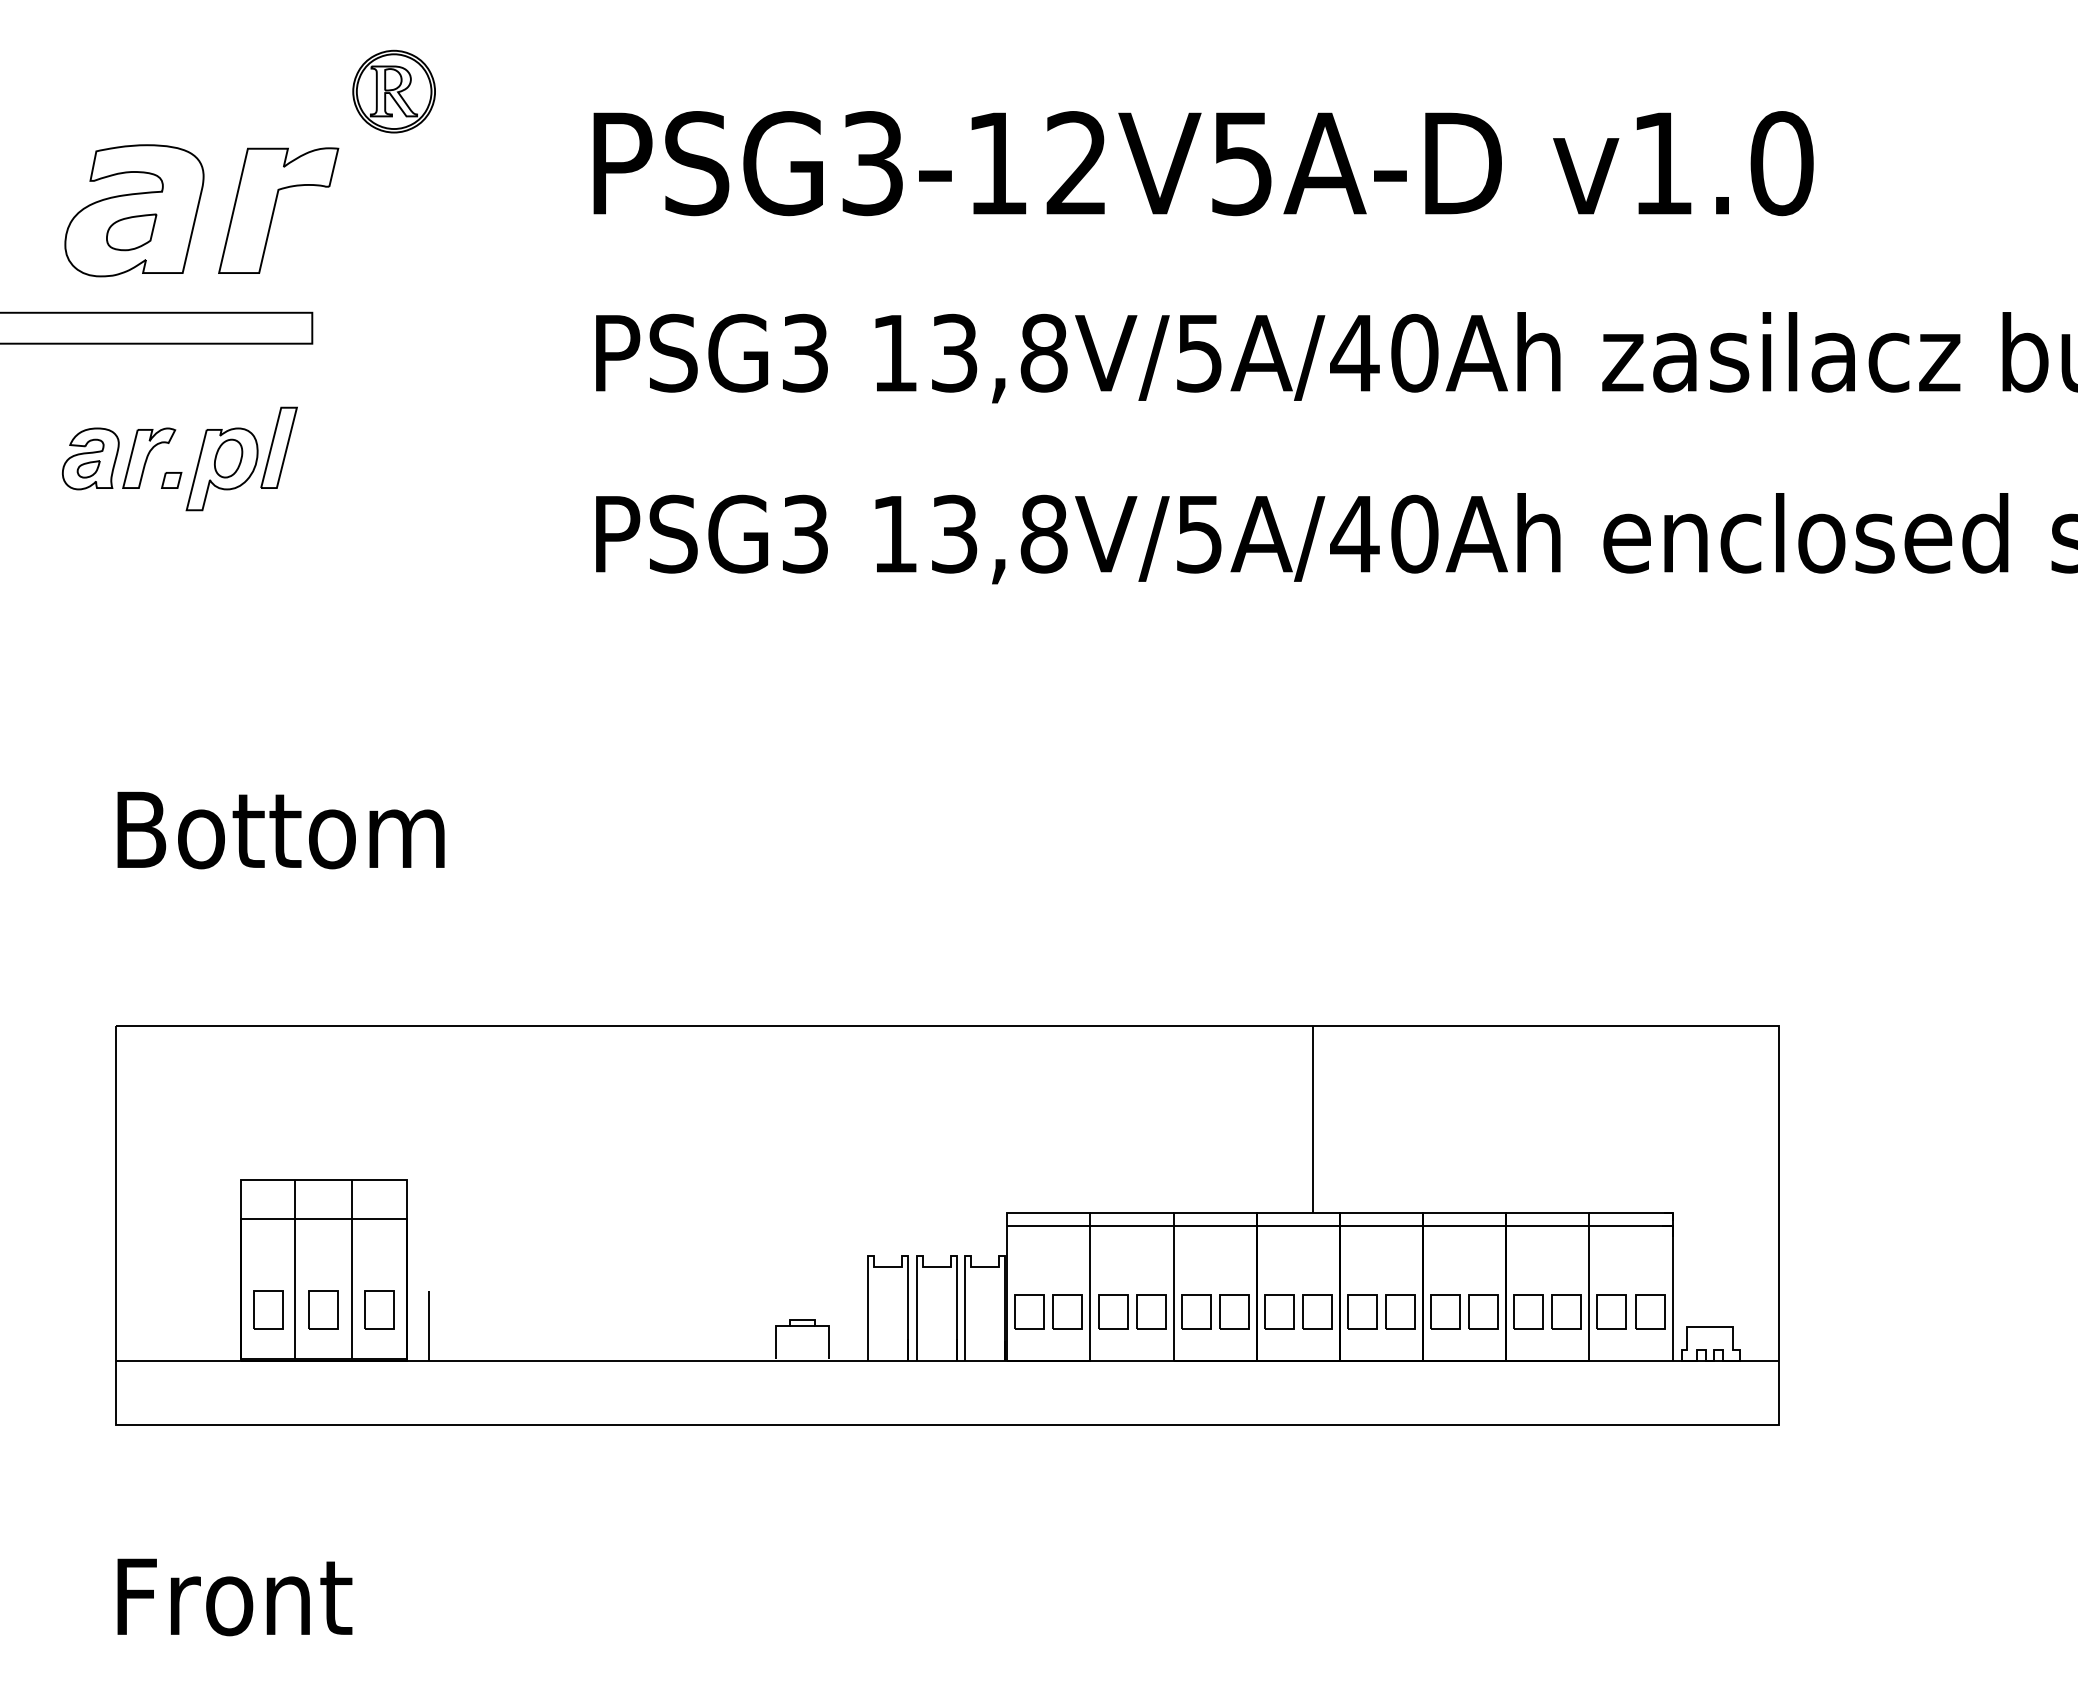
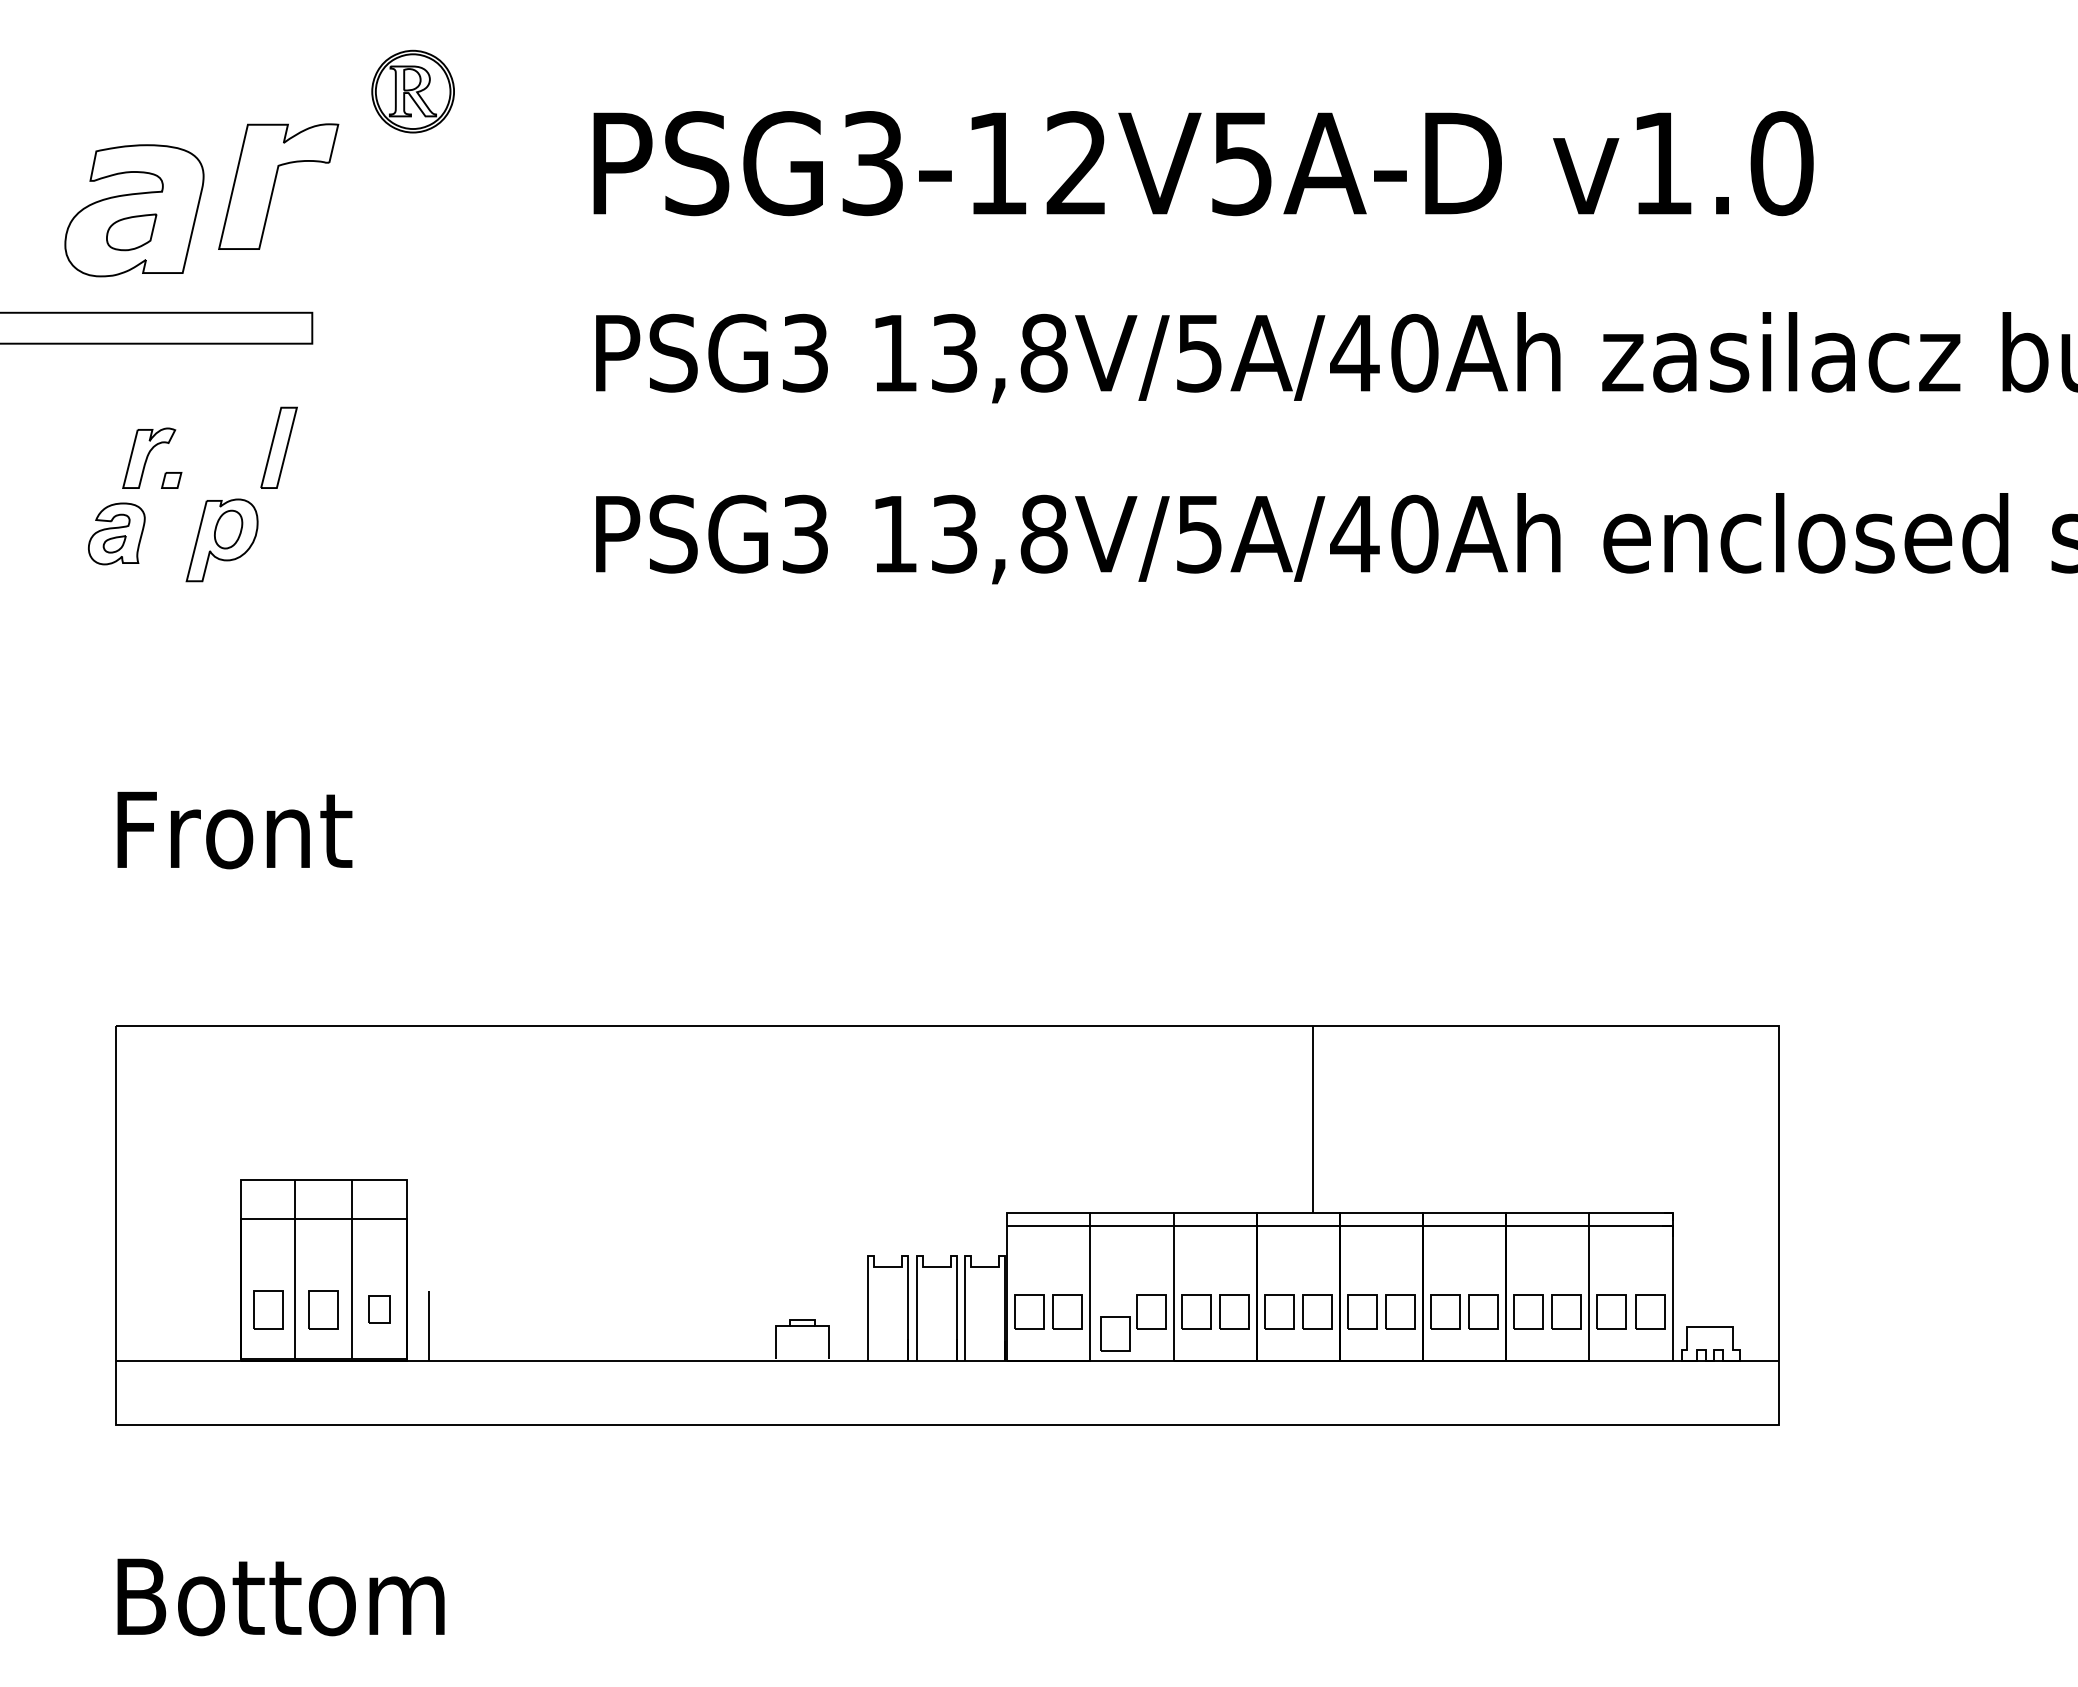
part at (393, 91) position: (393, 91) -> (412, 91)
part at (278, 210) position: (278, 210) -> (278, 186)
part at (90, 458) position: (90, 458) -> (116, 533)
part at (221, 469) position: (221, 469) -> (221, 540)
text at (285, 830): Bottom -> Front
part at (379, 1309) size: 31x40 px -> 23x29 px
part at (1113, 1311) position: (1113, 1311) -> (1115, 1333)
text at (285, 1597): Front -> Bottom
